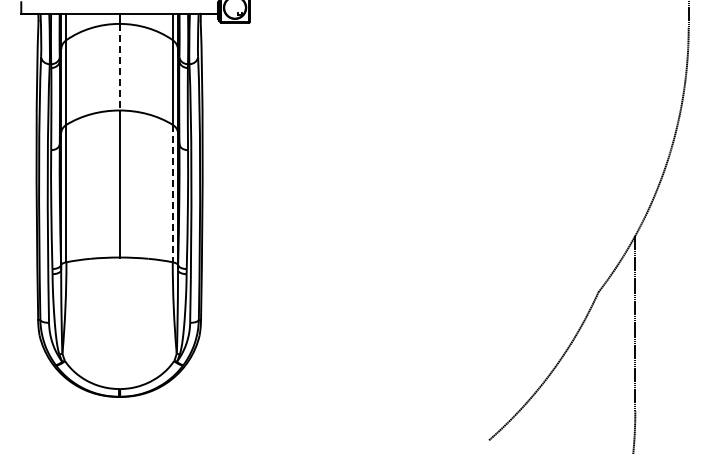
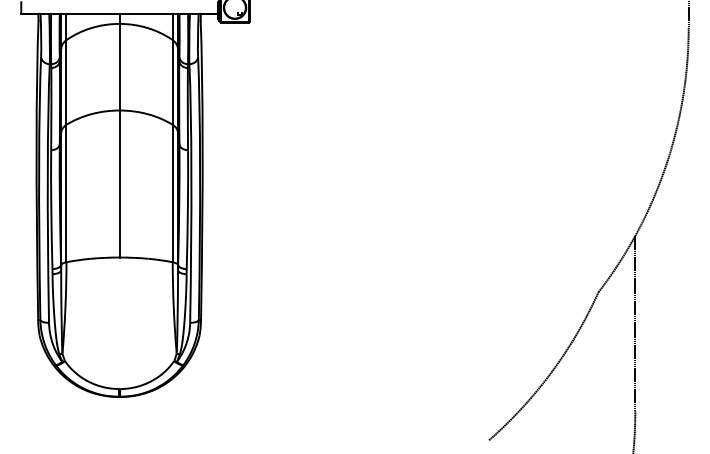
line at (119, 67): dashed -> solid
line at (172, 193): dashed -> solid
